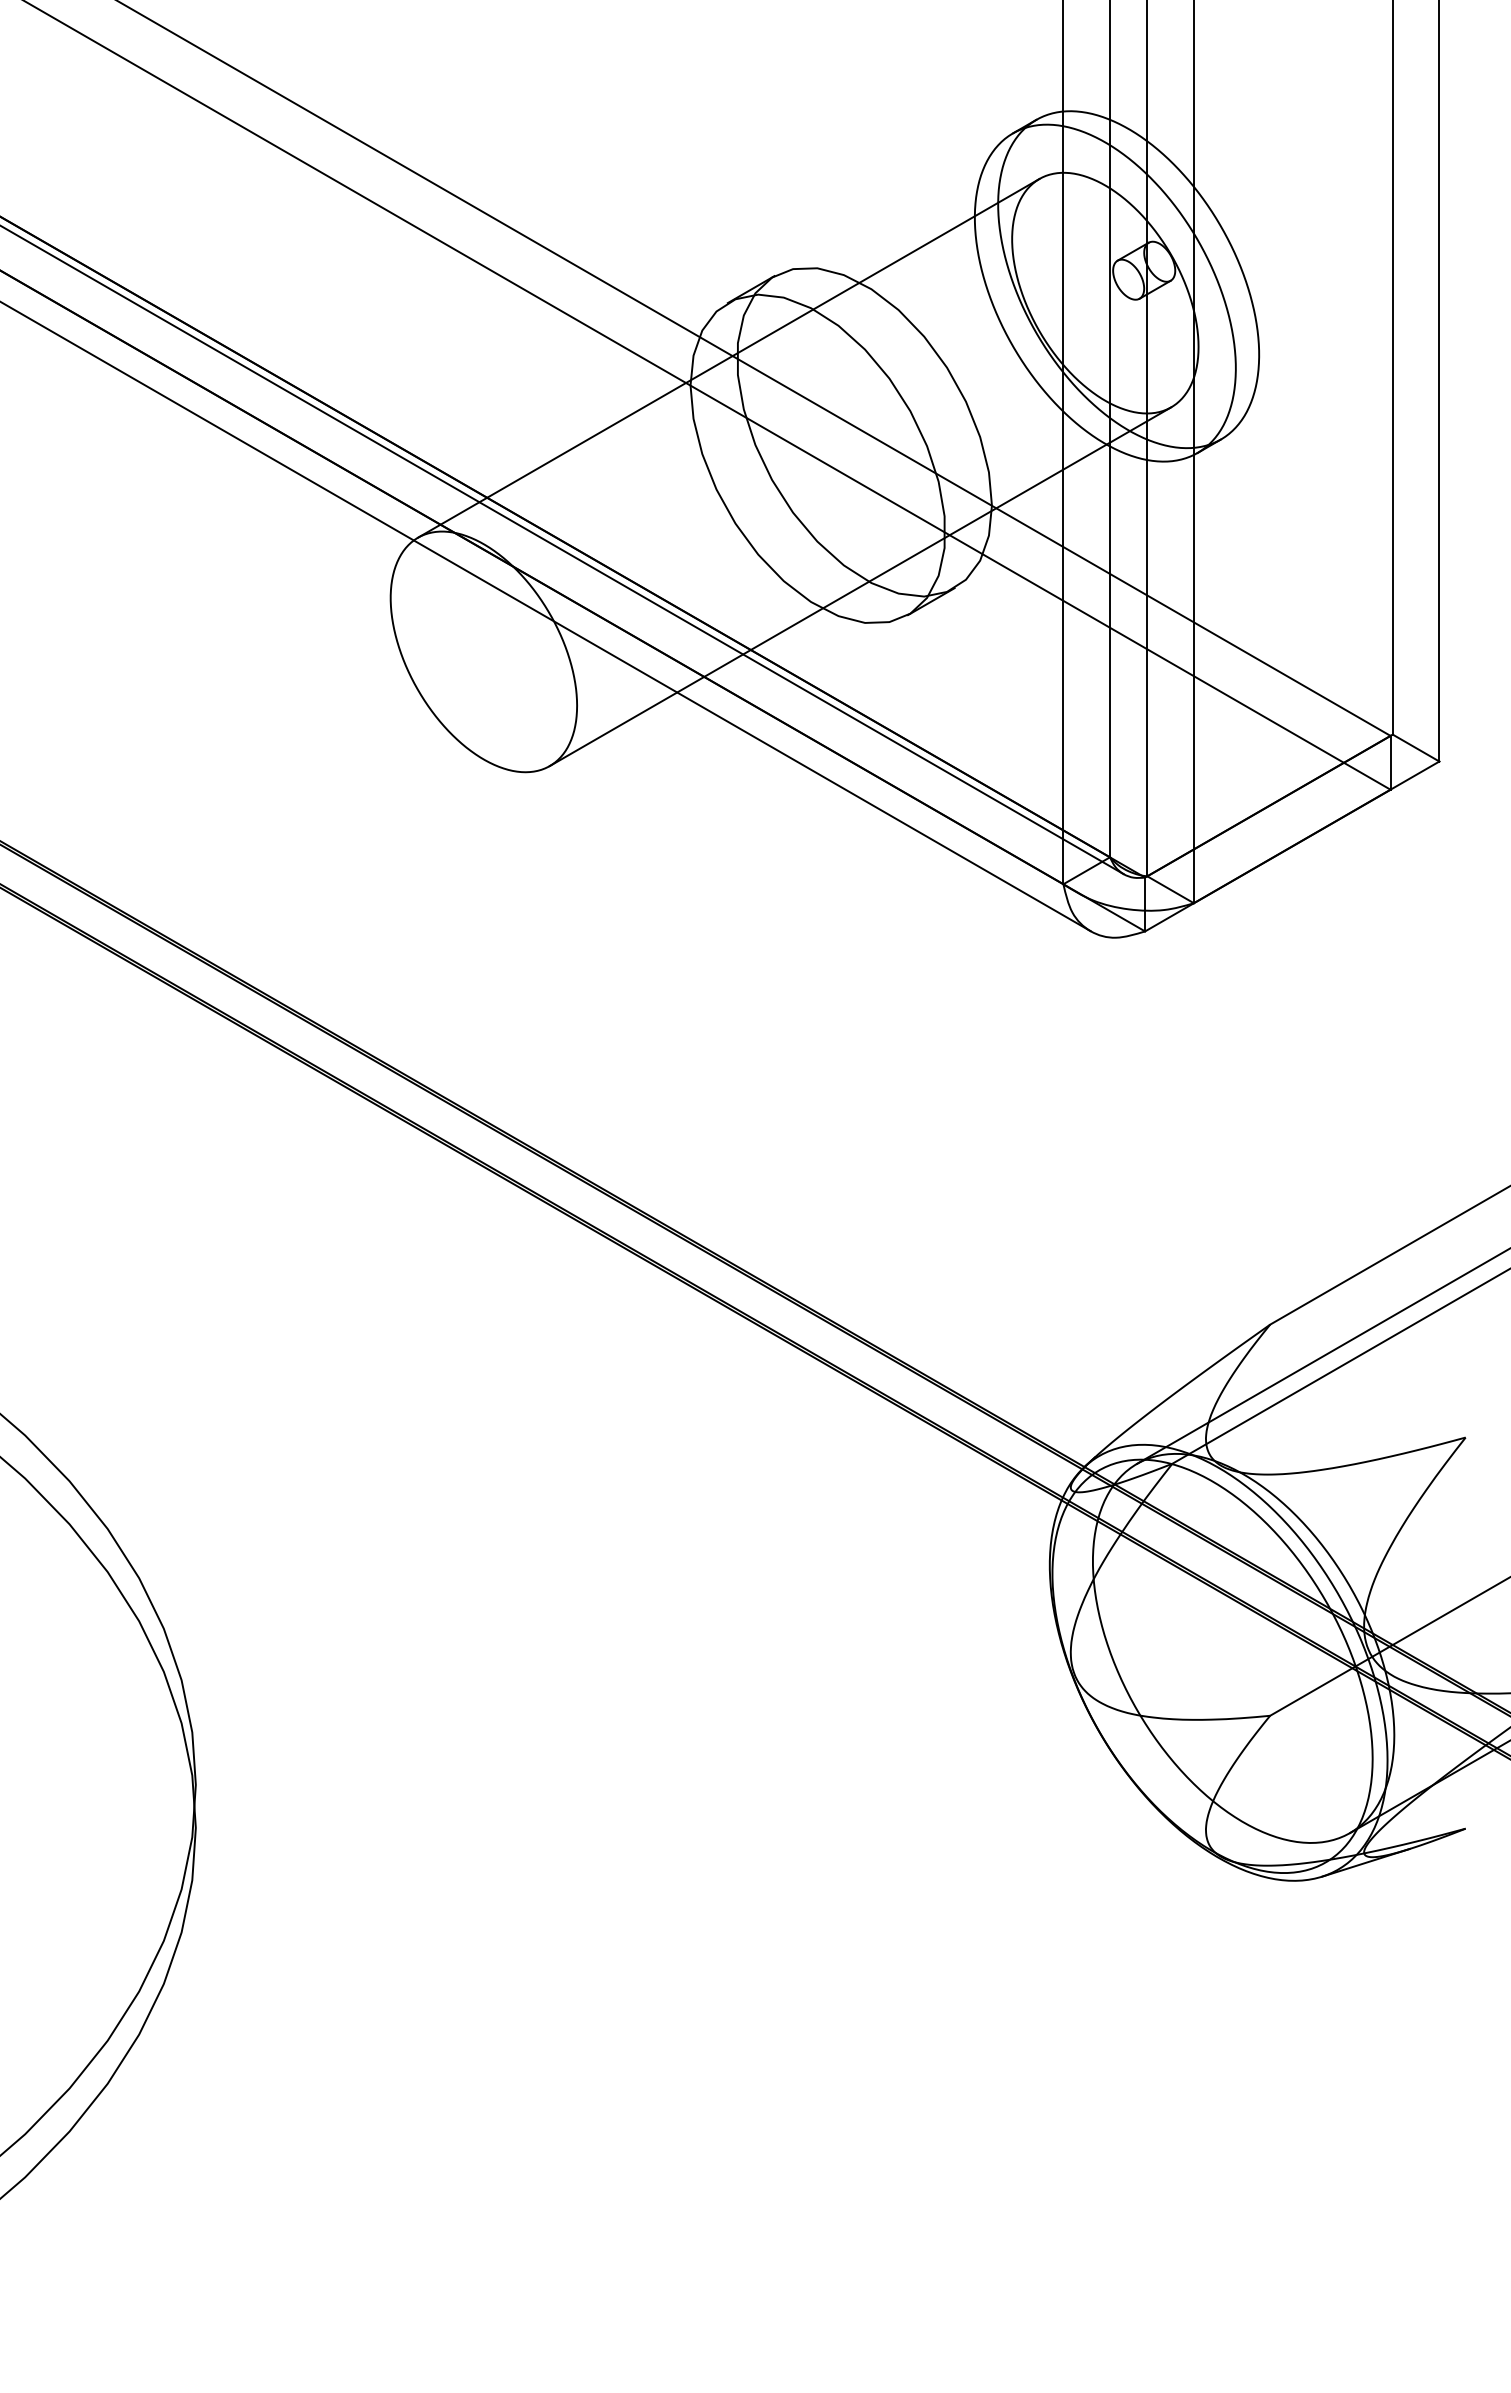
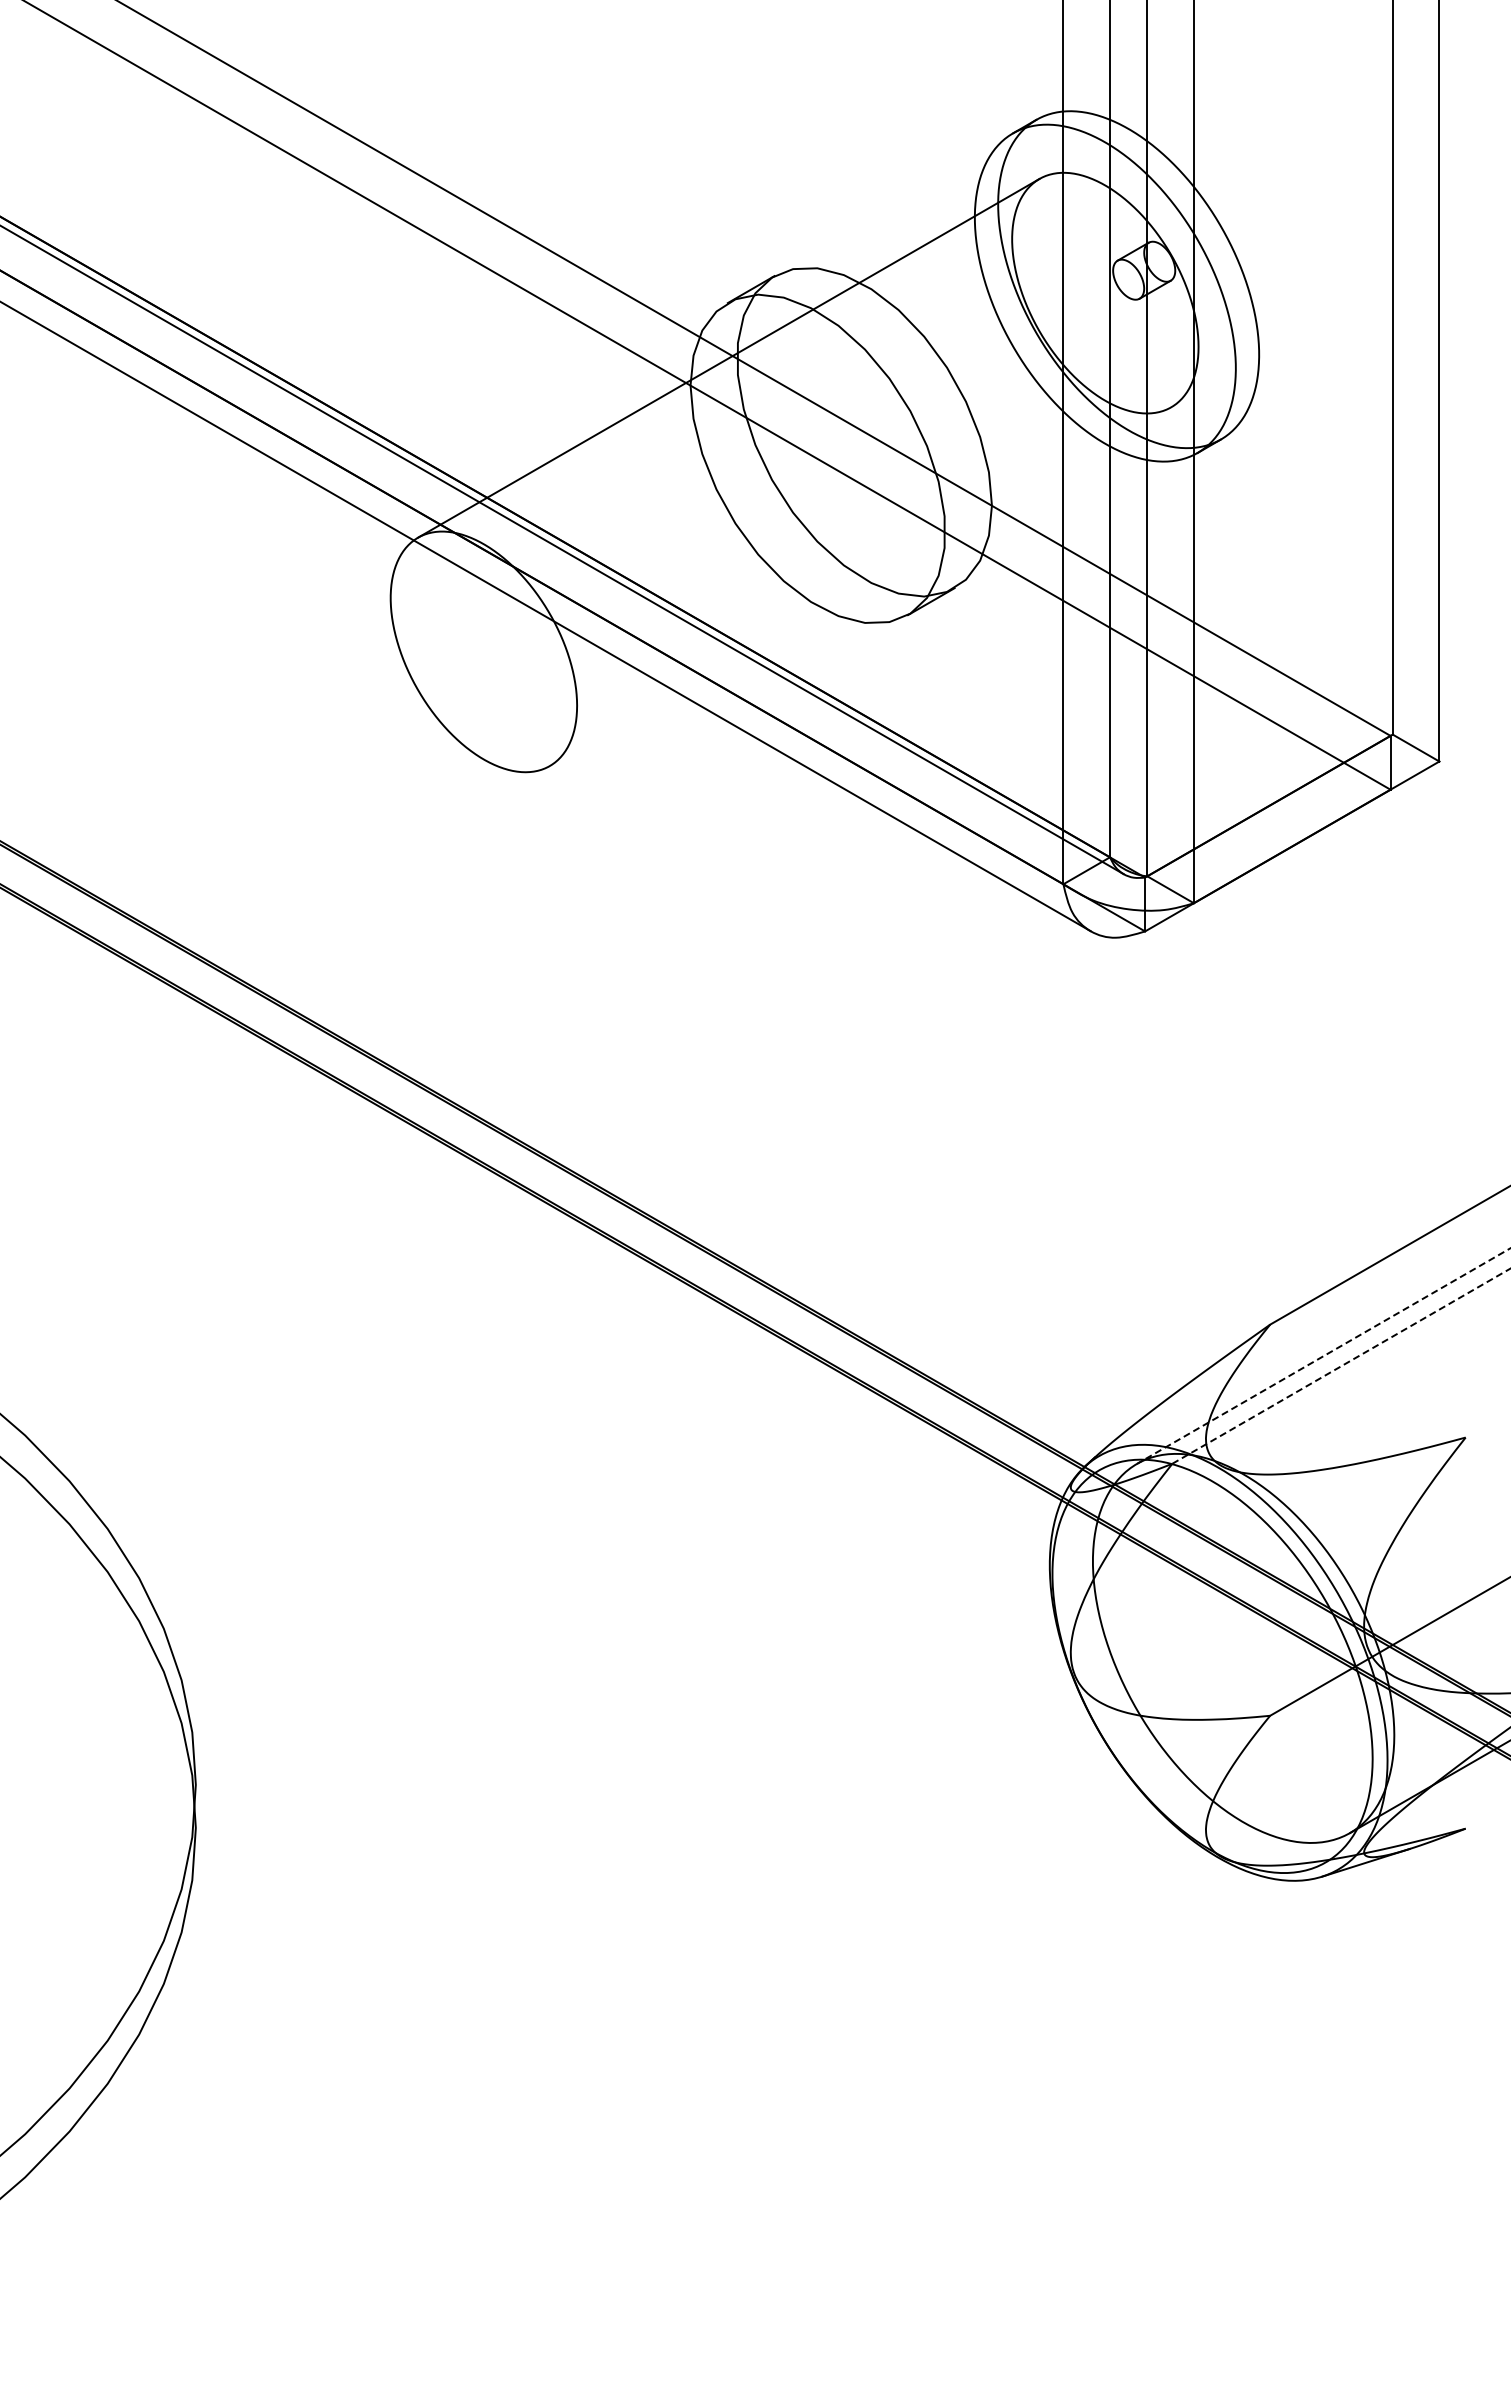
line at (860, 586): present -> none
line at (1323, 1356): solid -> dashed
line at (1342, 1365): solid -> dashed
